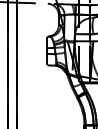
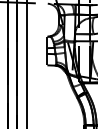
line at (27, 63): none -> present
